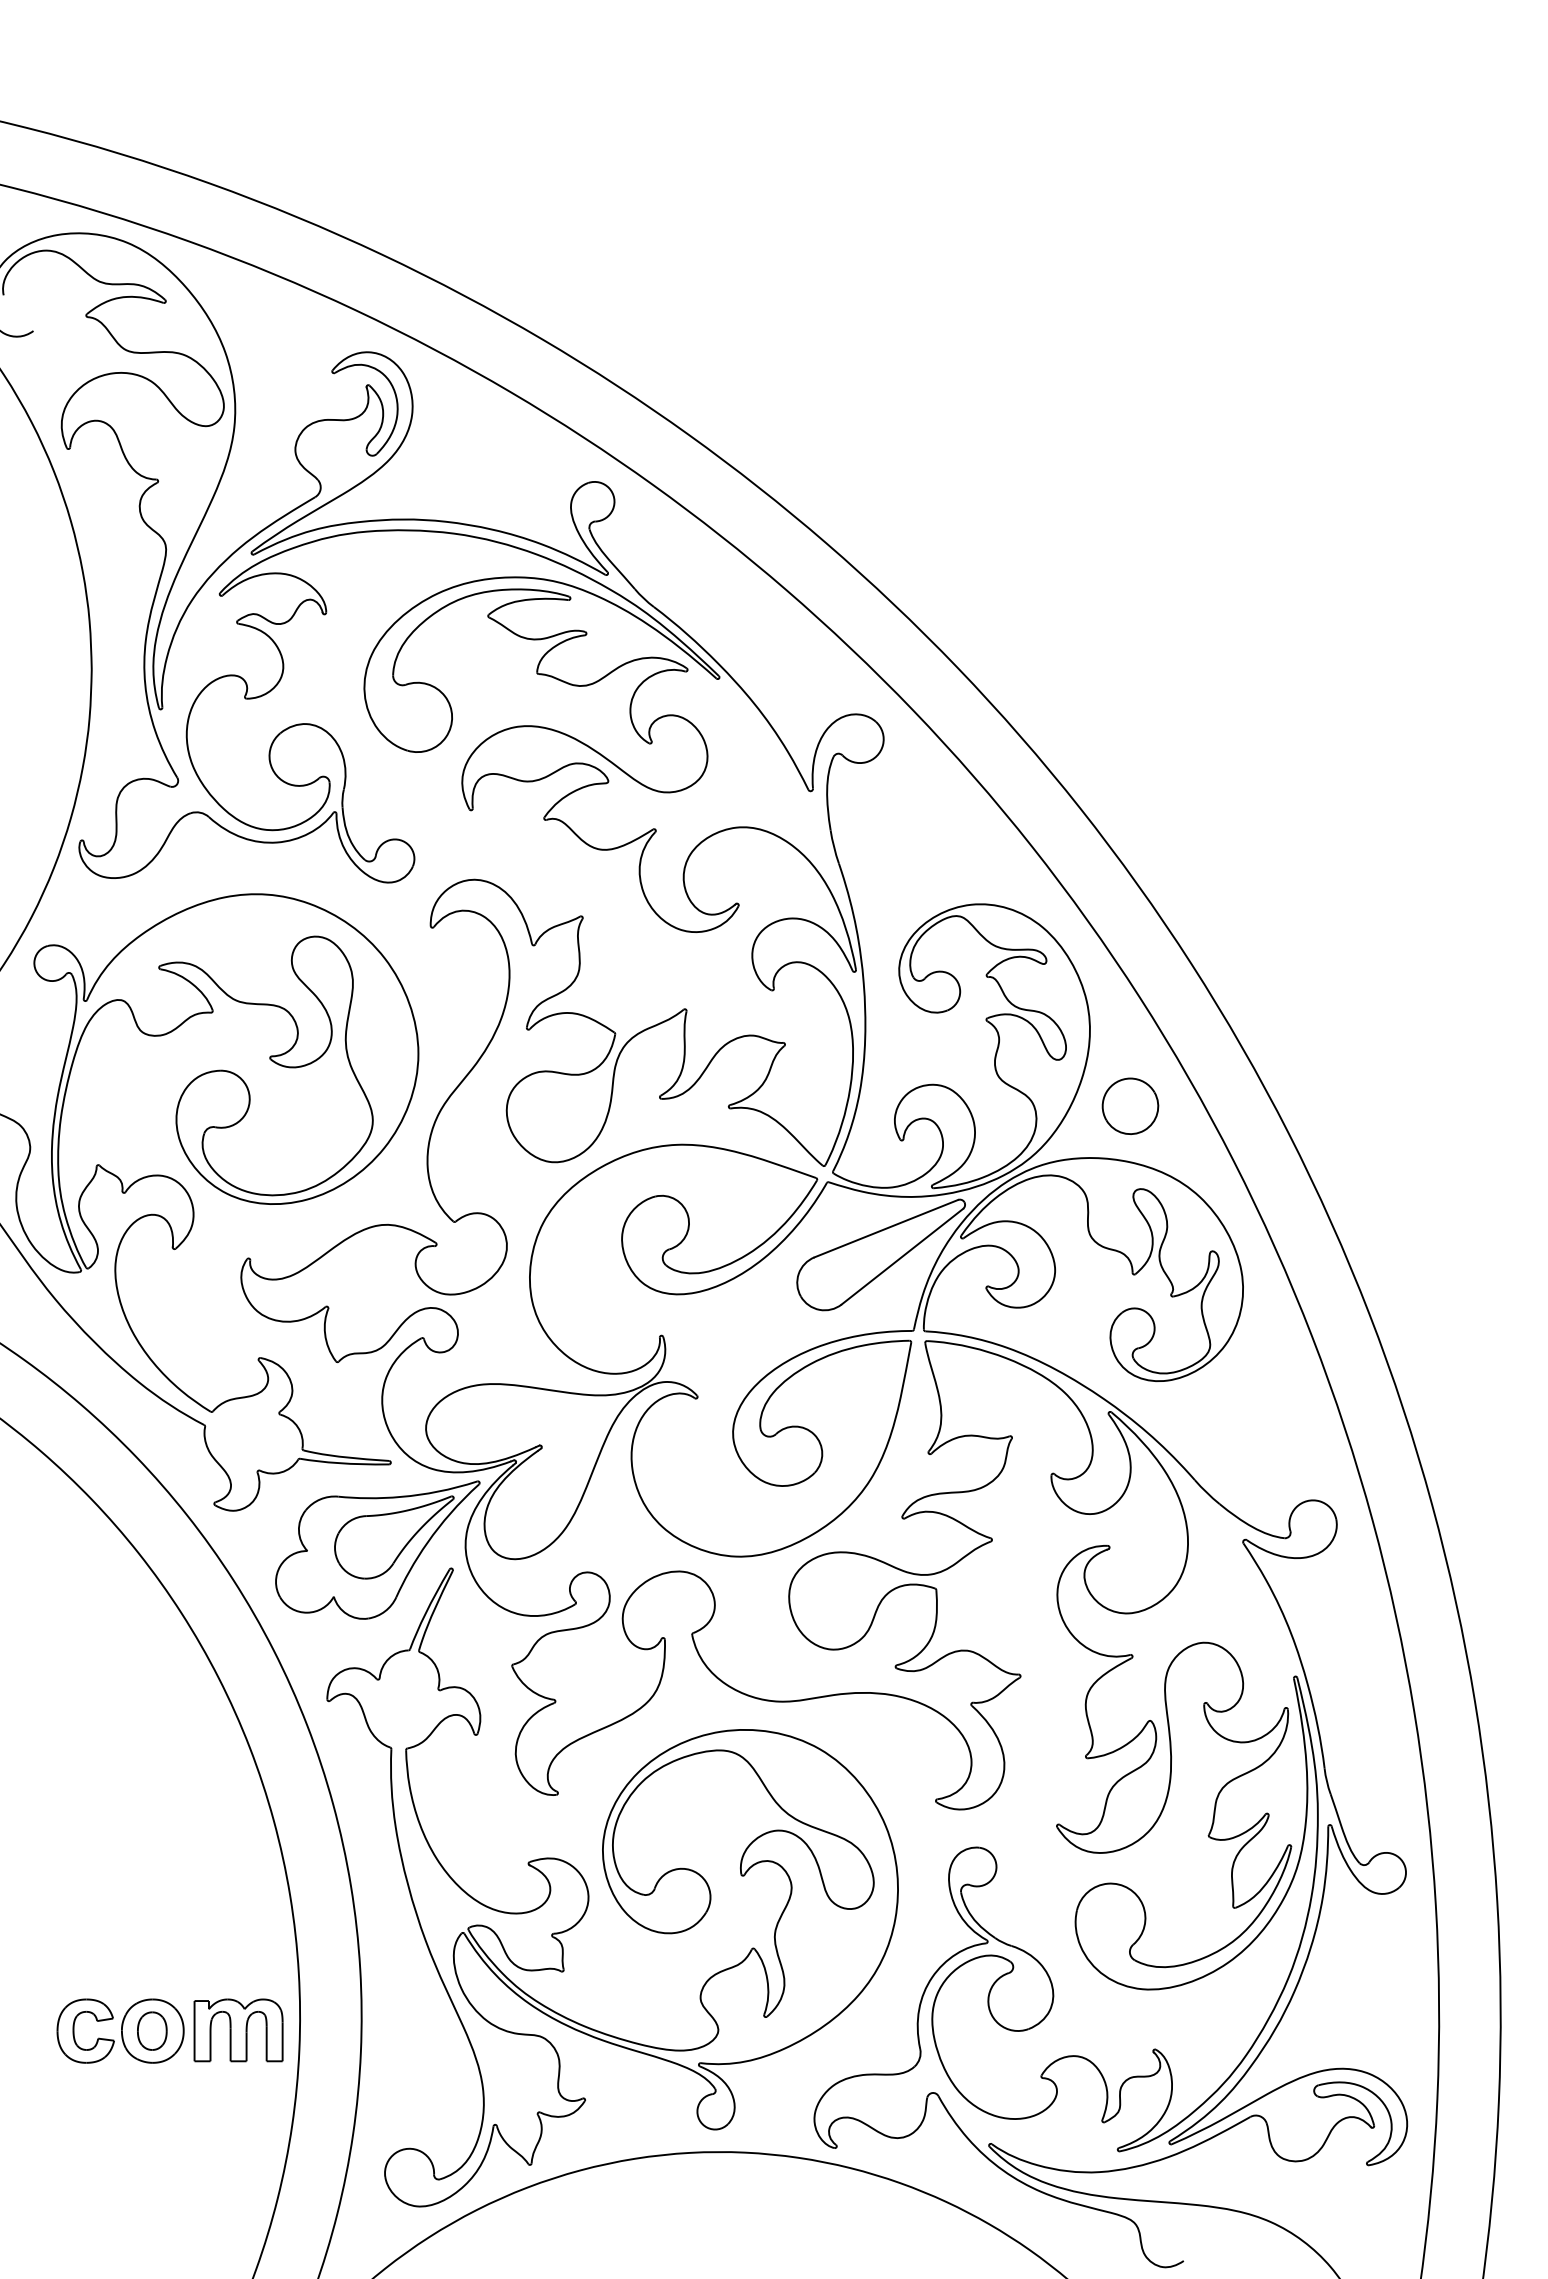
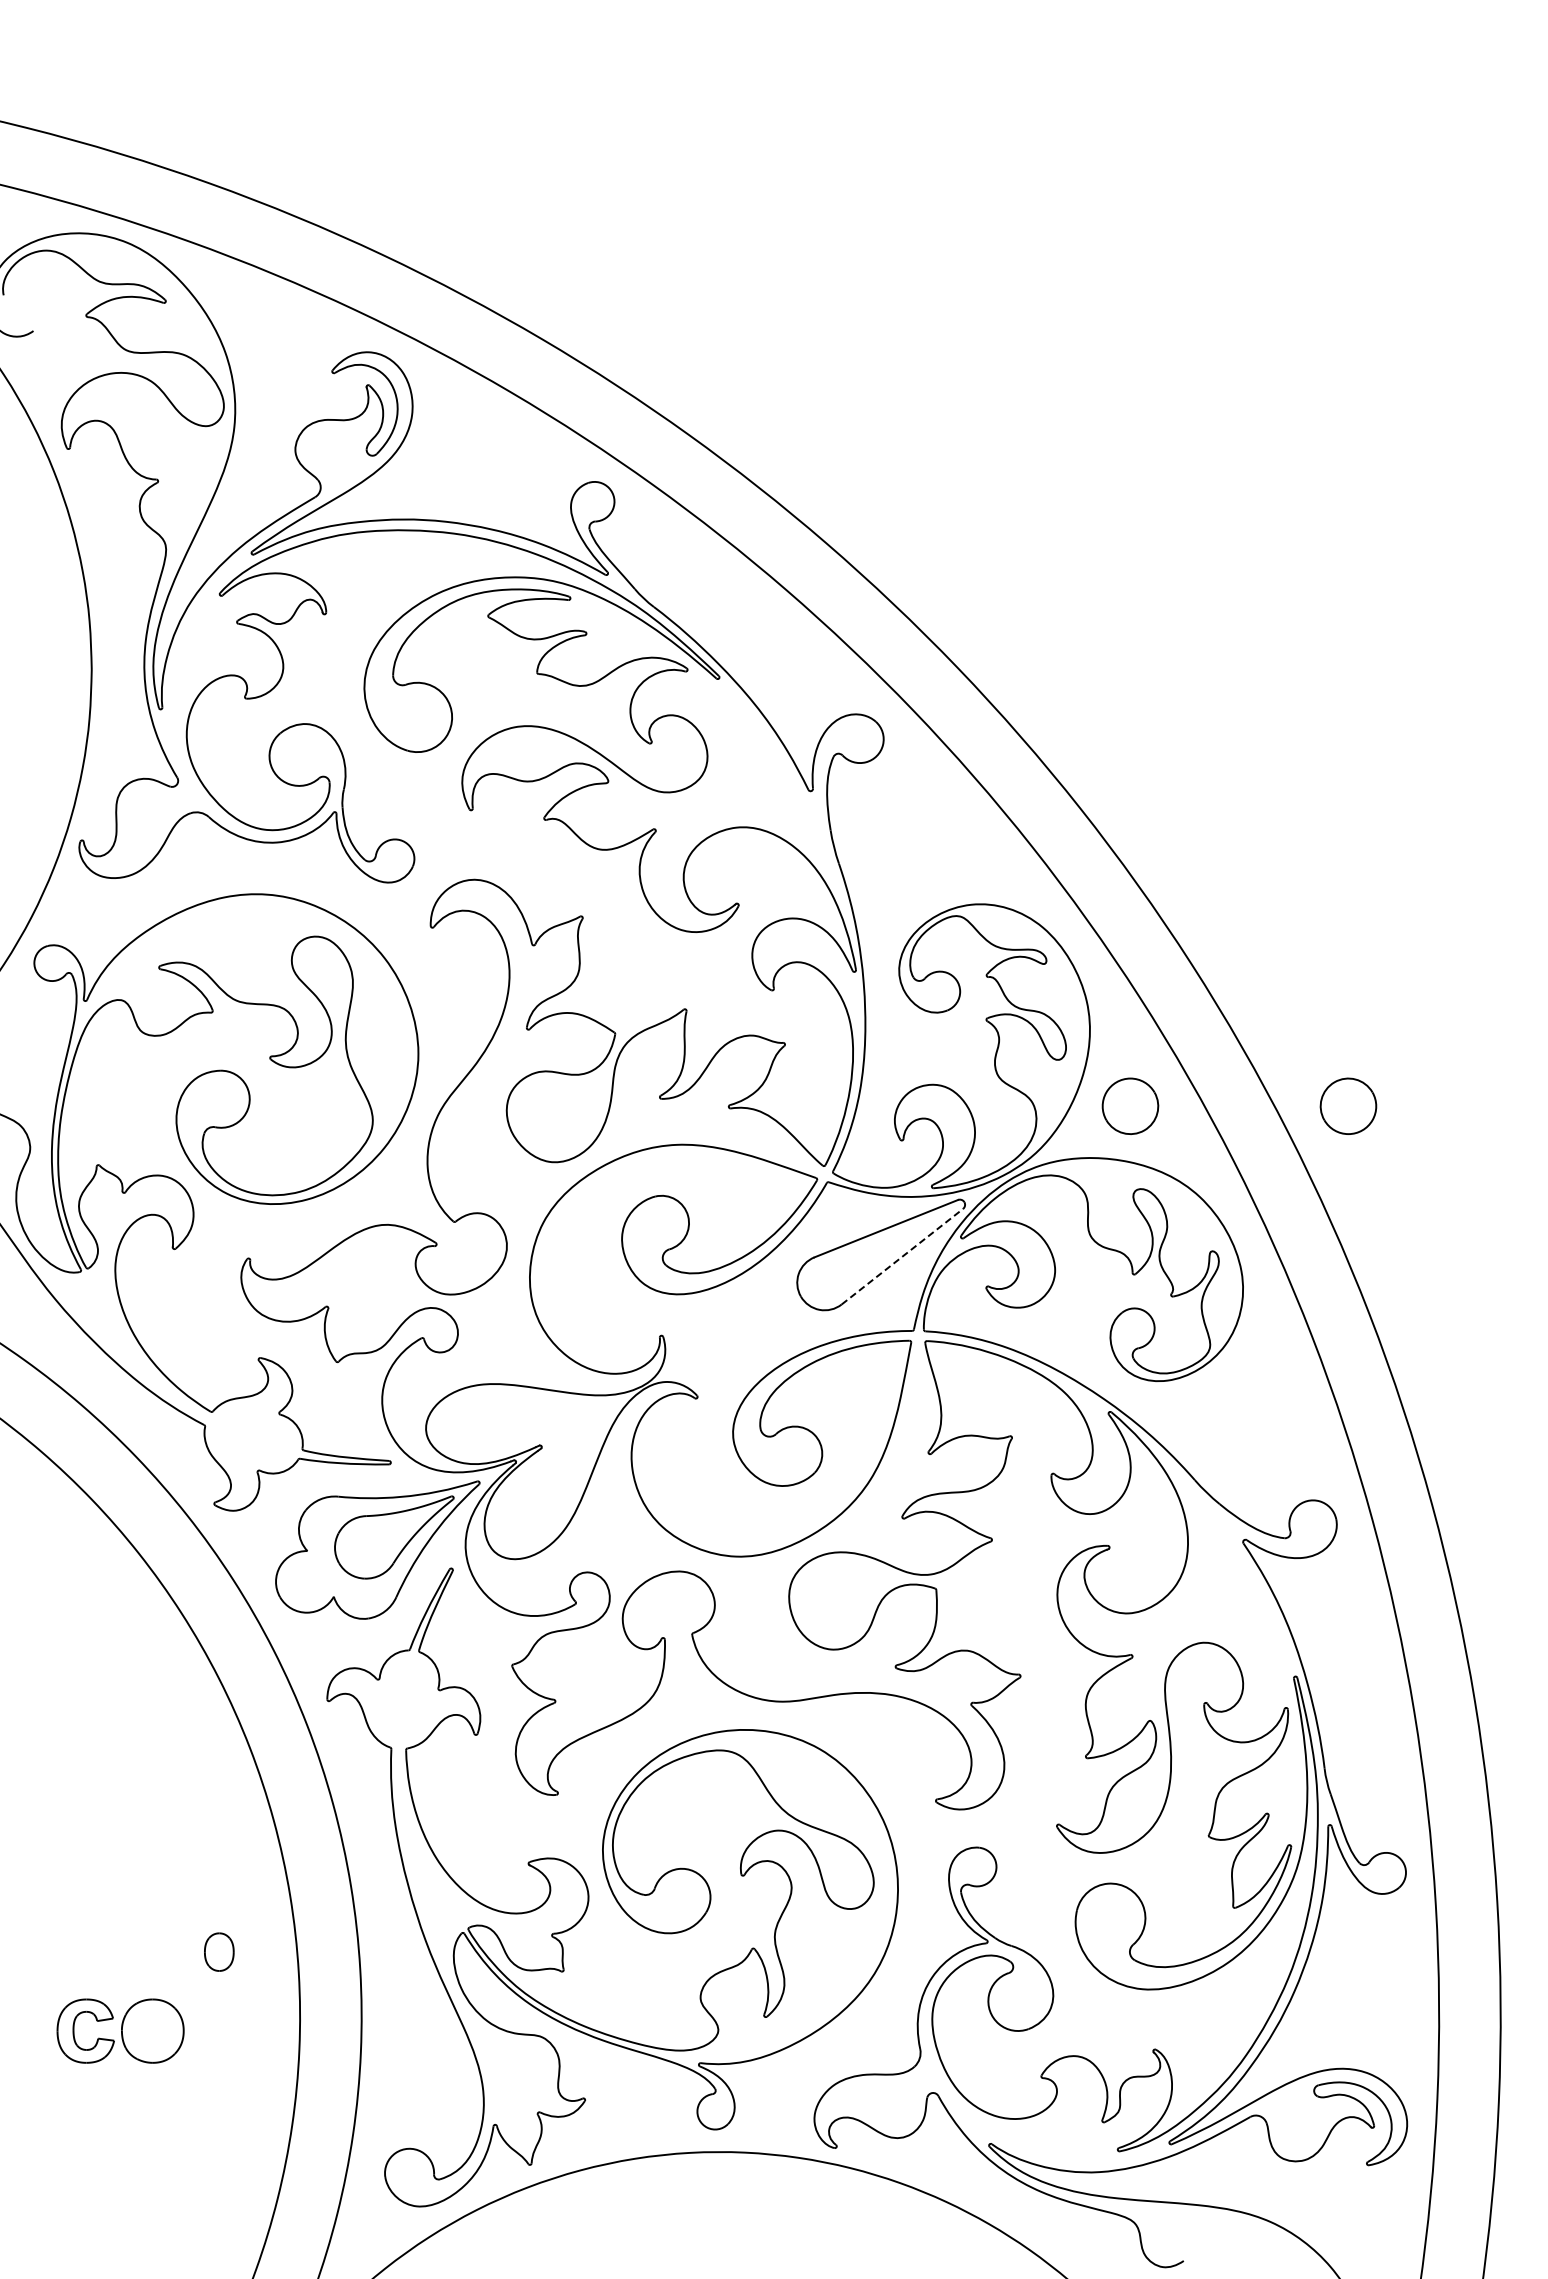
part at (1348, 1105): none -> present
line at (902, 1256): solid -> dashed
part at (152, 2030) position: (152, 2030) -> (219, 1951)
part at (238, 2030): present -> none
